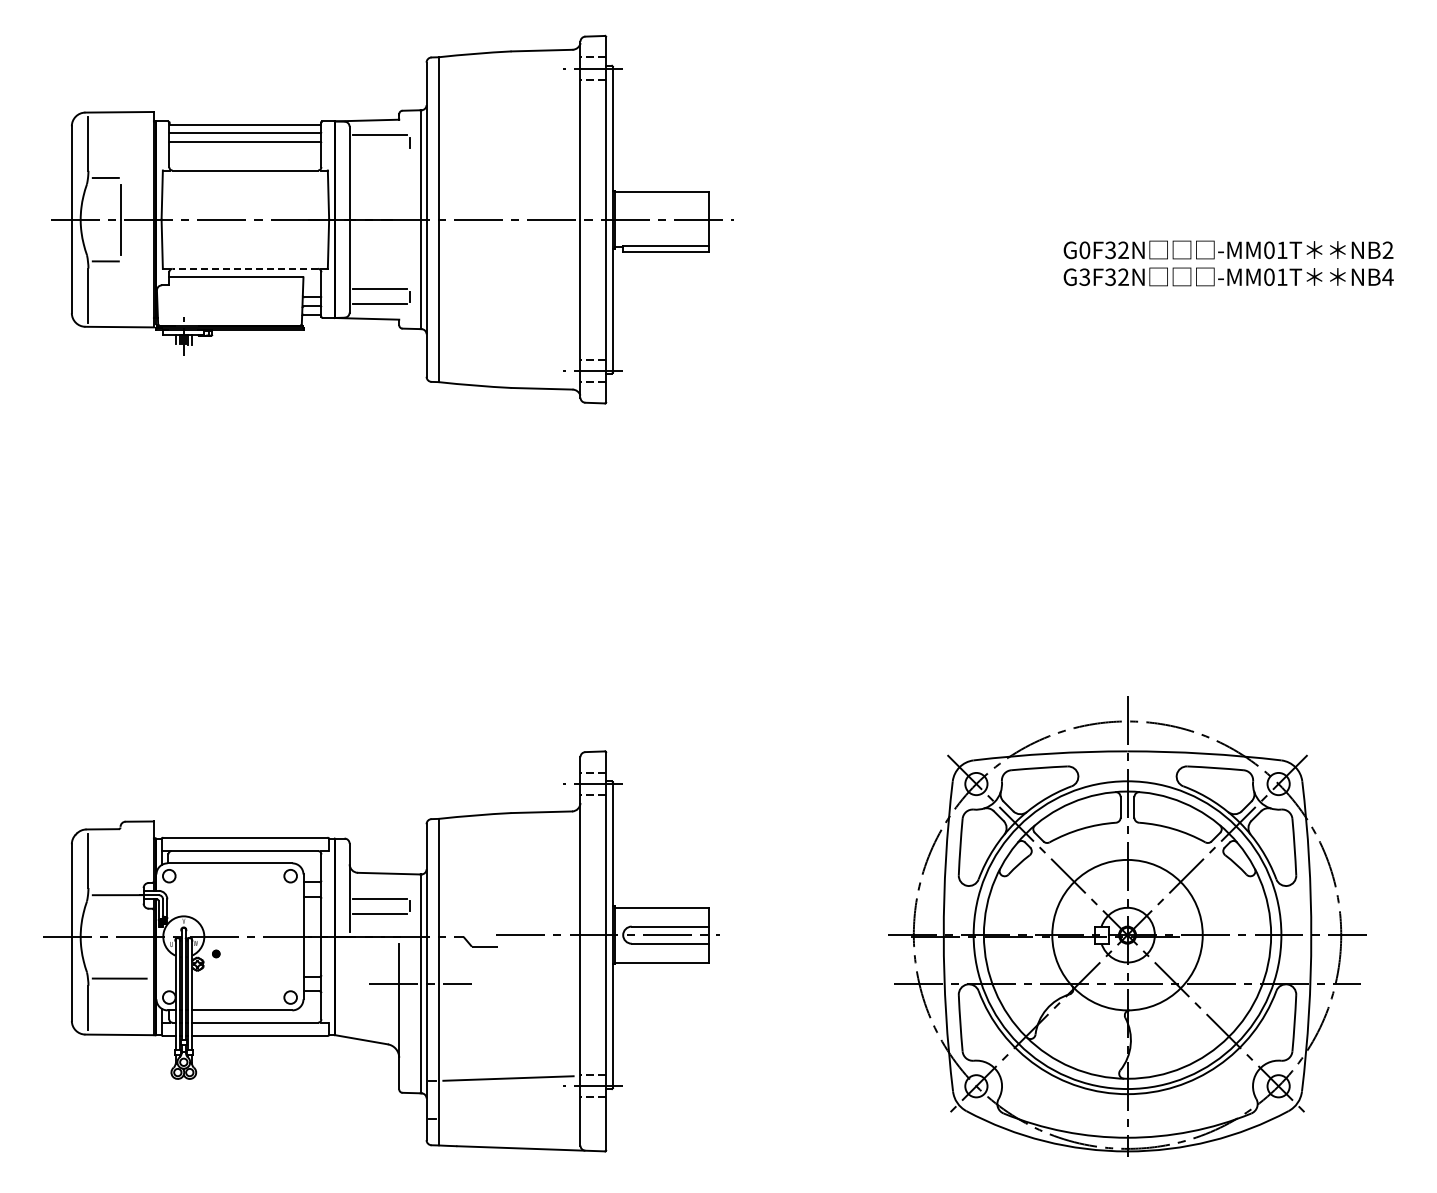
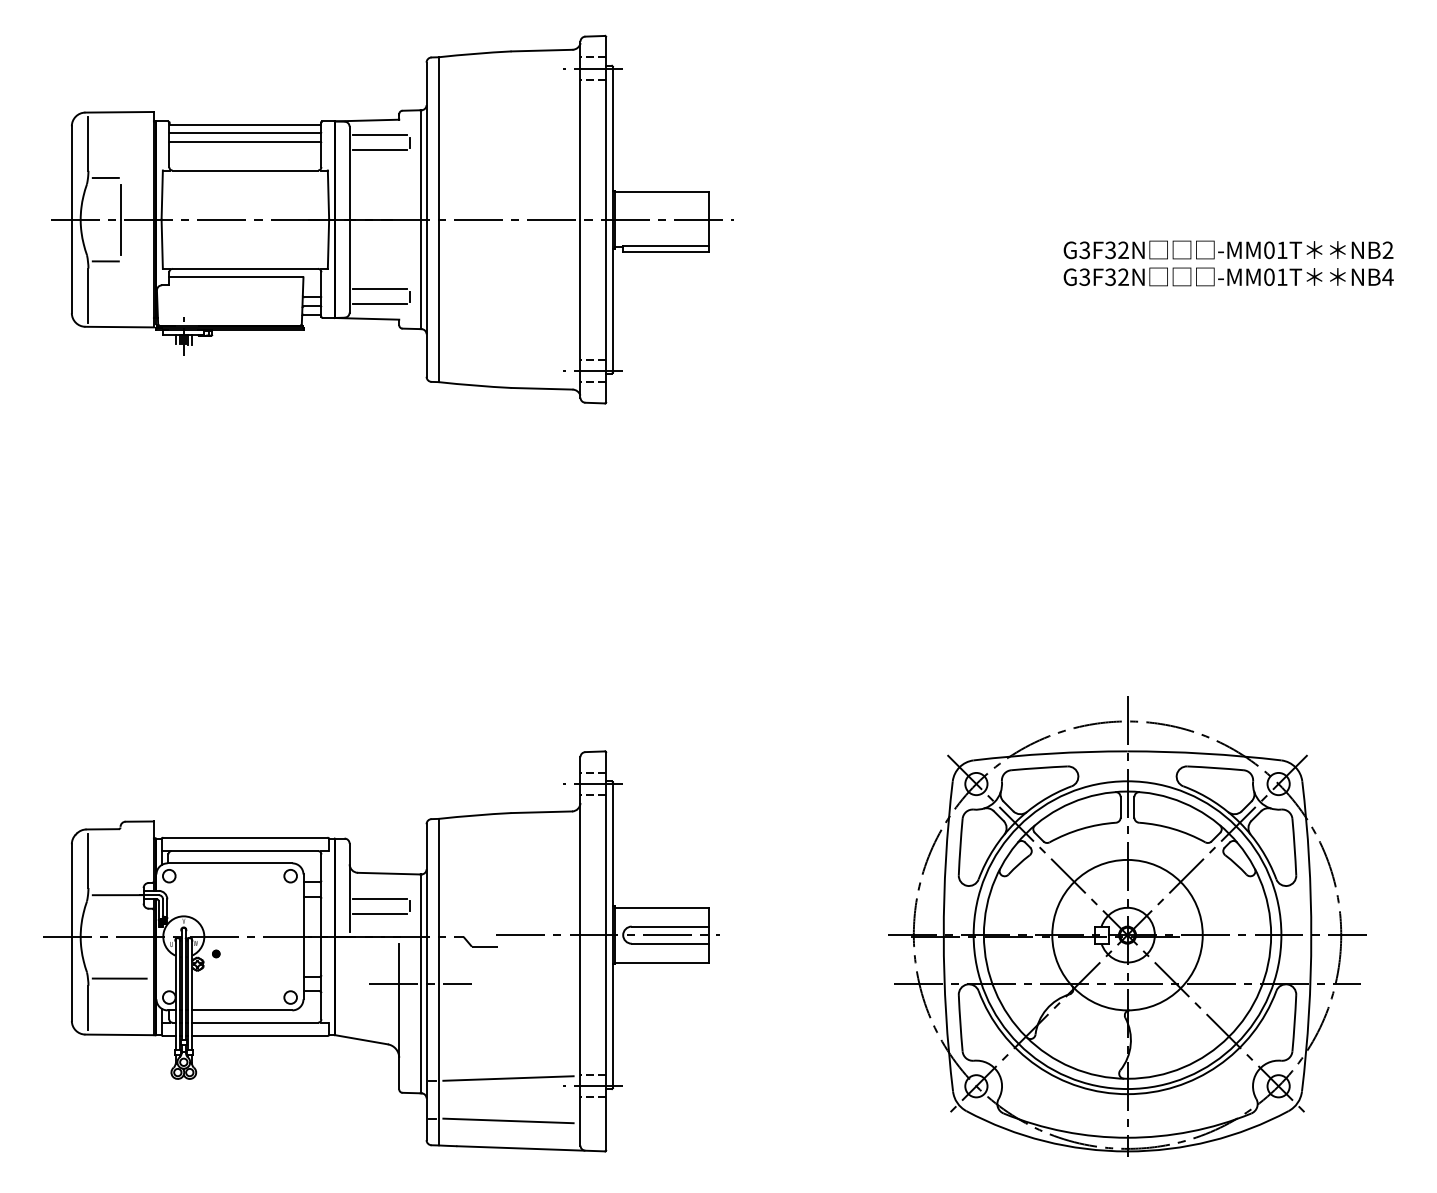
line at (379, 150): none -> present
text at (1084, 249): G0F32N -> G3F32N
line at (245, 268): dashed -> solid
line at (508, 1120): none -> present
